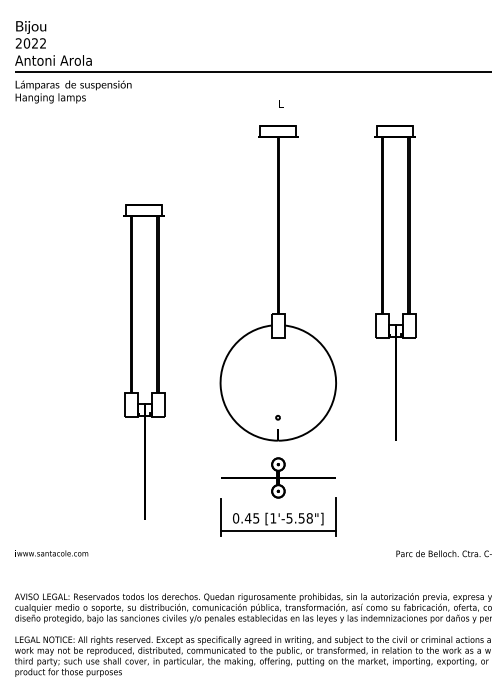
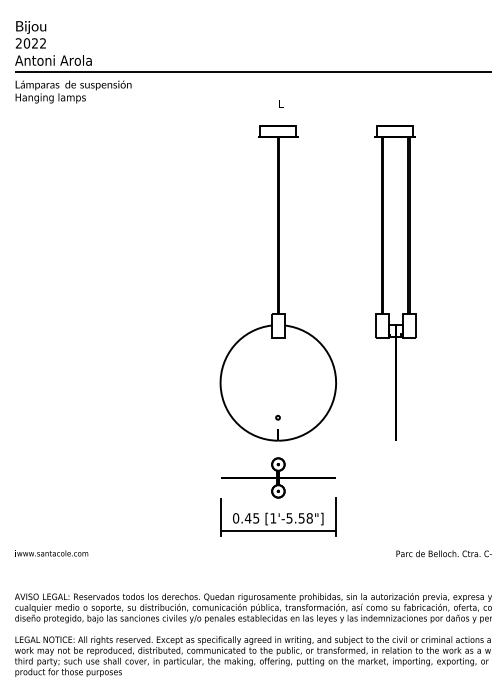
part at (144, 361): present -> none
